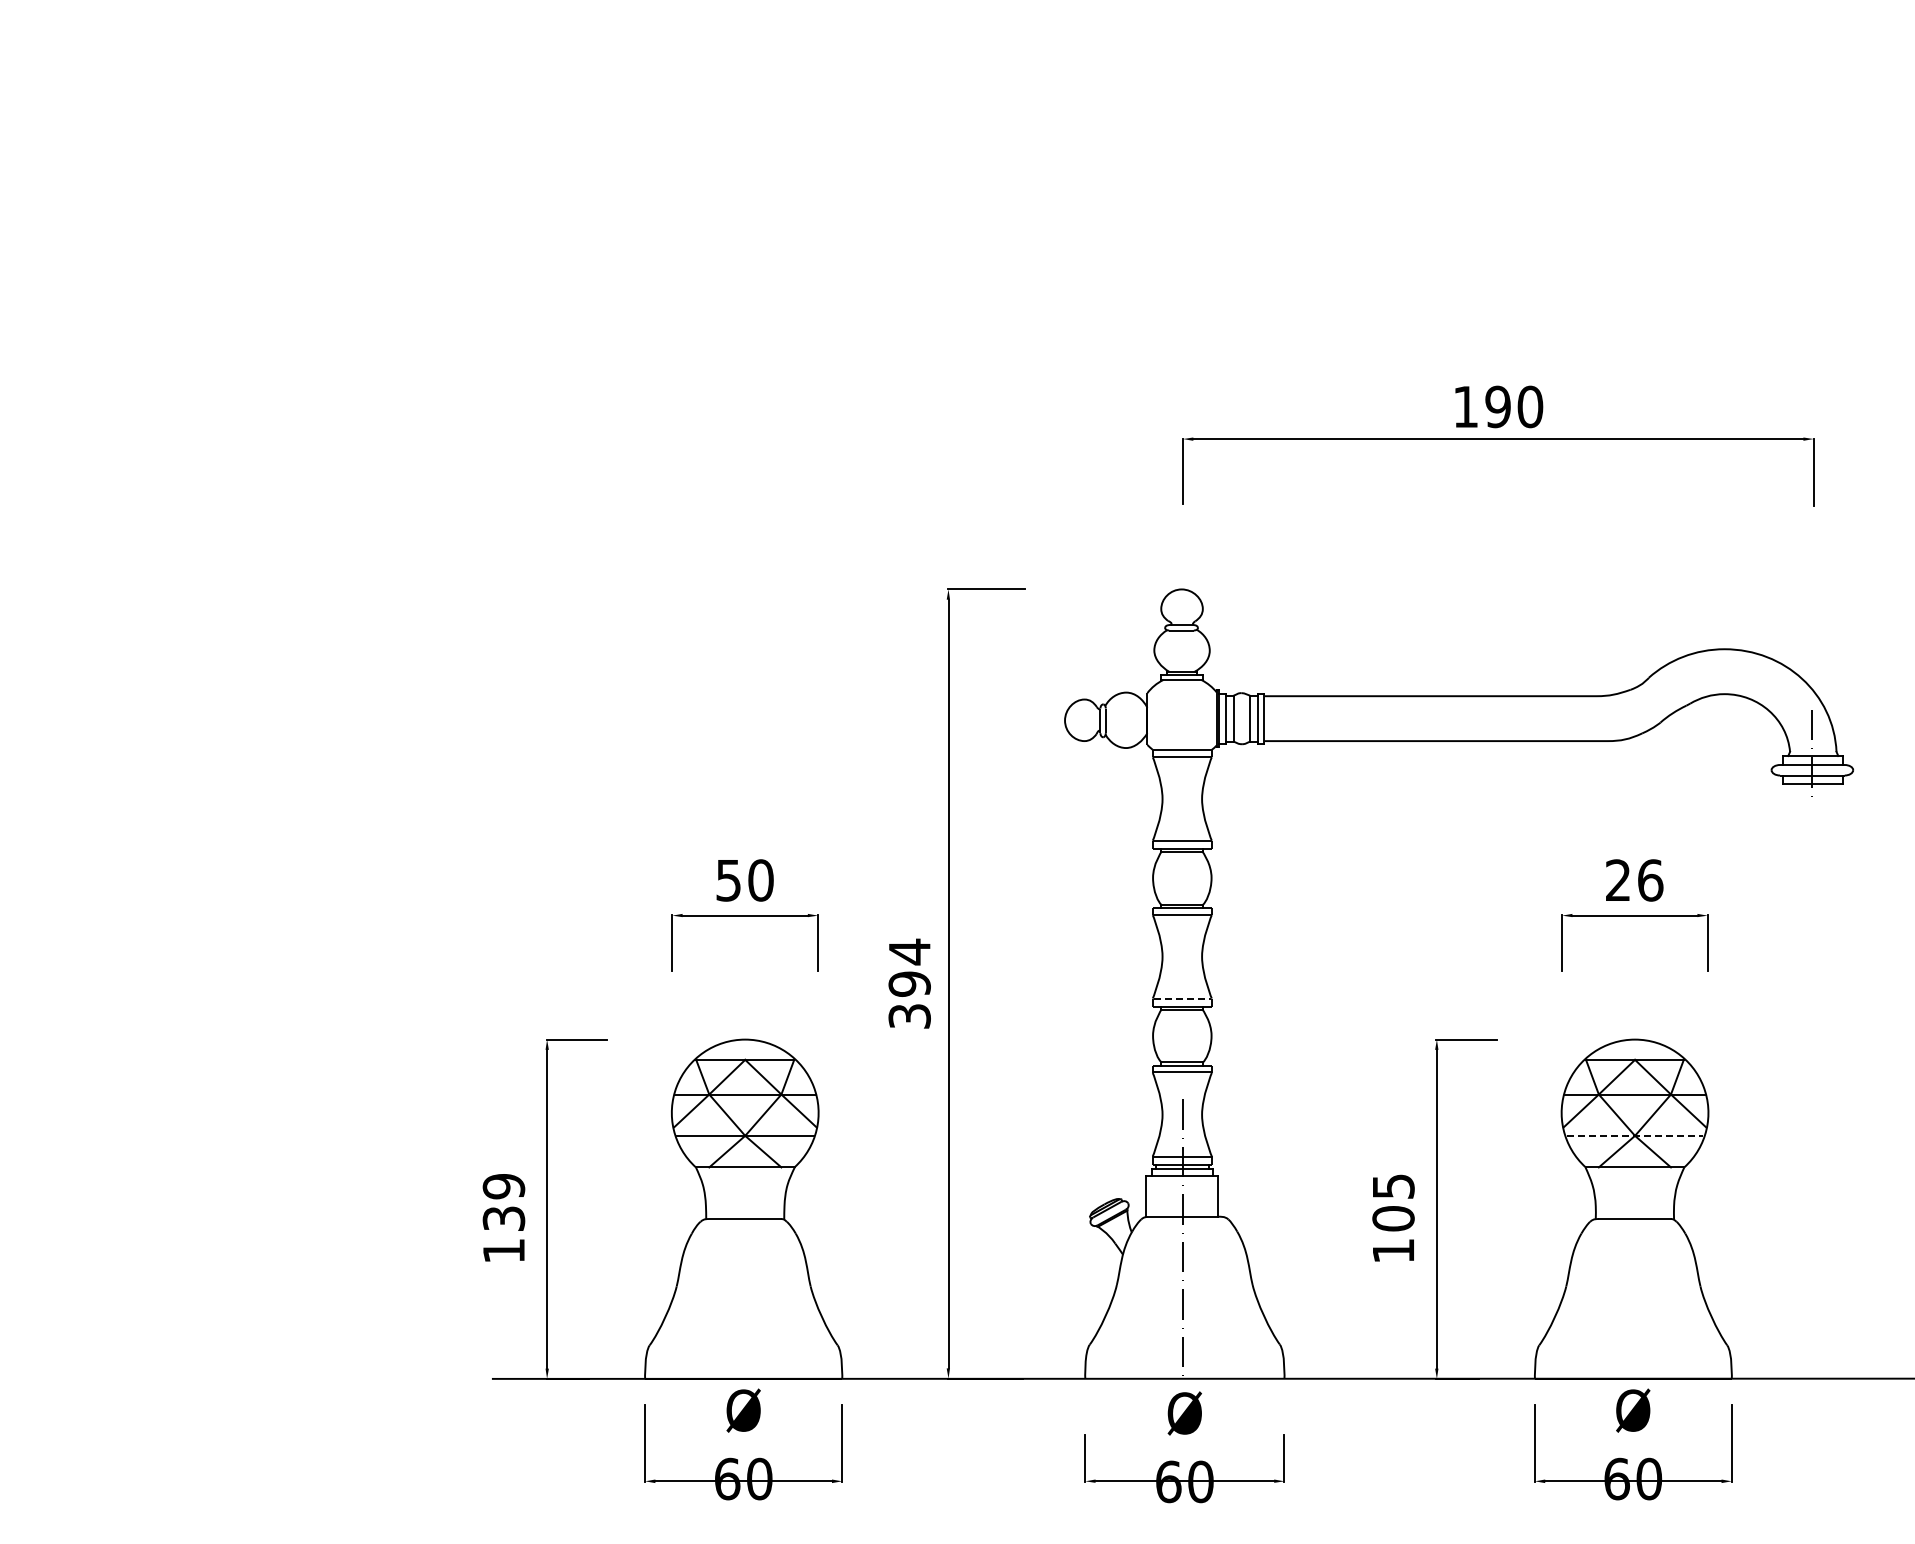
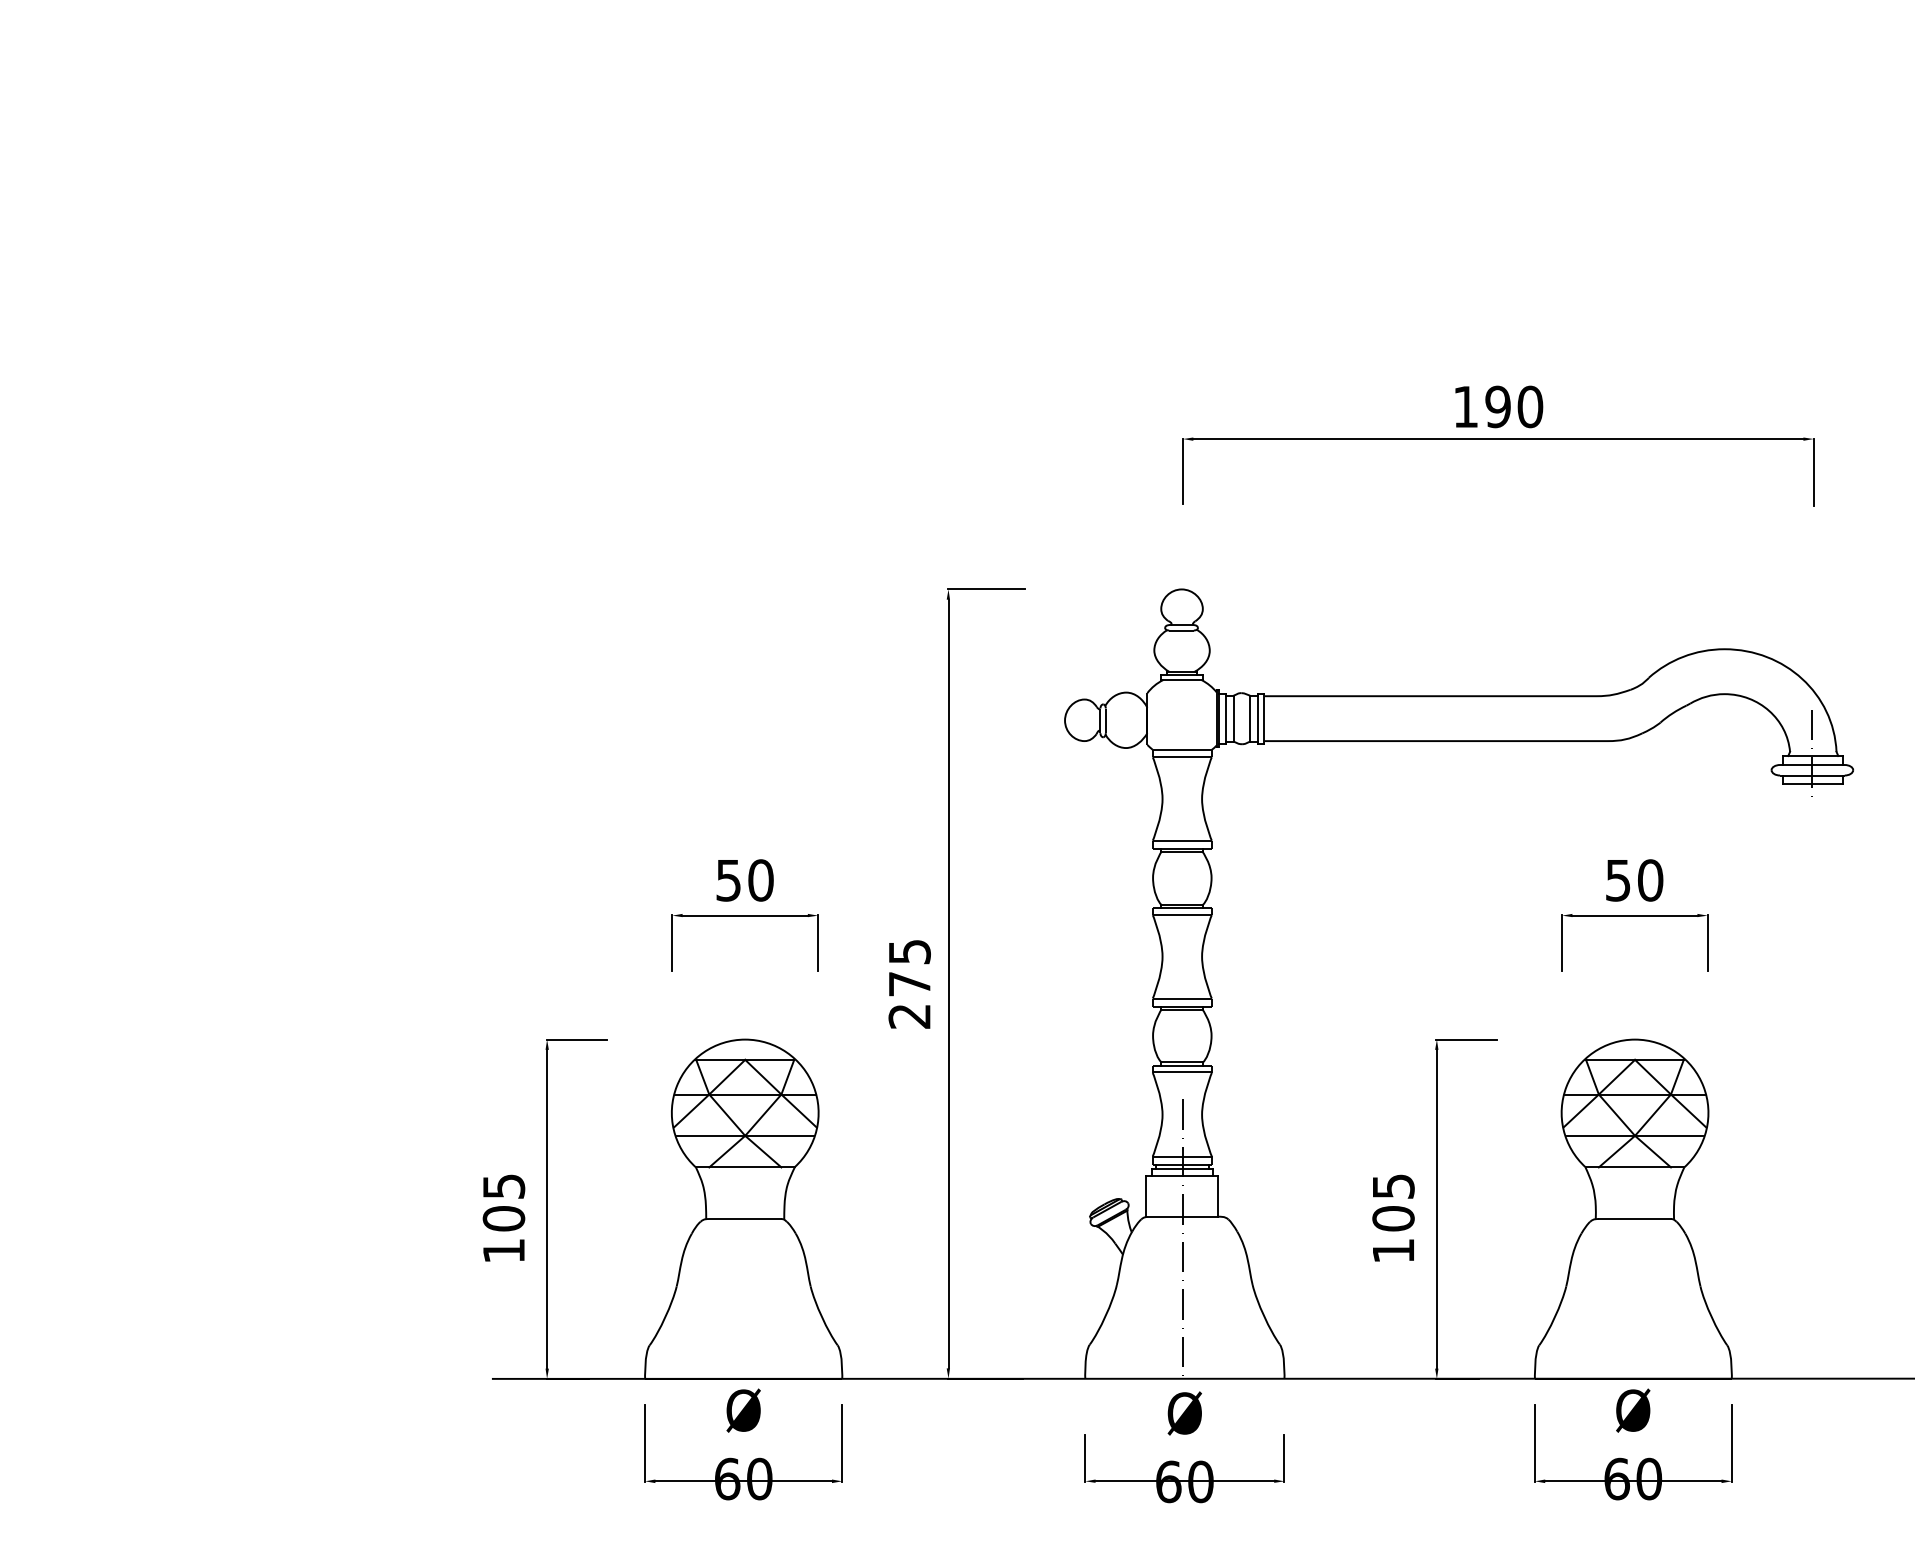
text at (1634, 880): 26 -> 50
text at (909, 983): 394 -> 275
line at (1182, 999): dashed -> solid
line at (1635, 1135): dashed -> solid
text at (503, 1202): 139 -> 105
